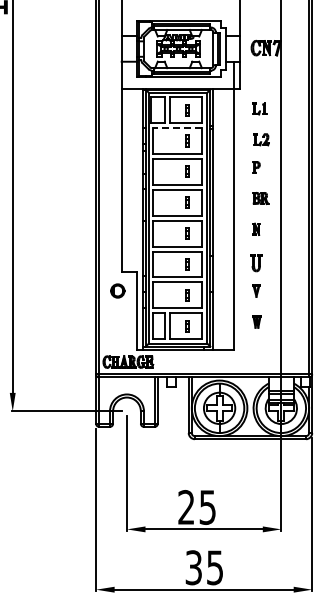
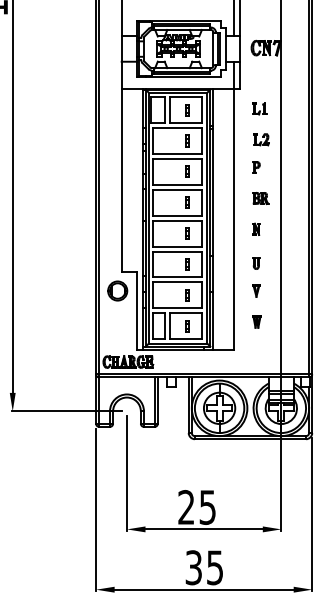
line at (234, 19): none -> present
line at (177, 128): dashed -> solid
part at (256, 263) size: 13x19 px -> 9x13 px
part at (117, 290) size: 16x16 px -> 22x22 px
